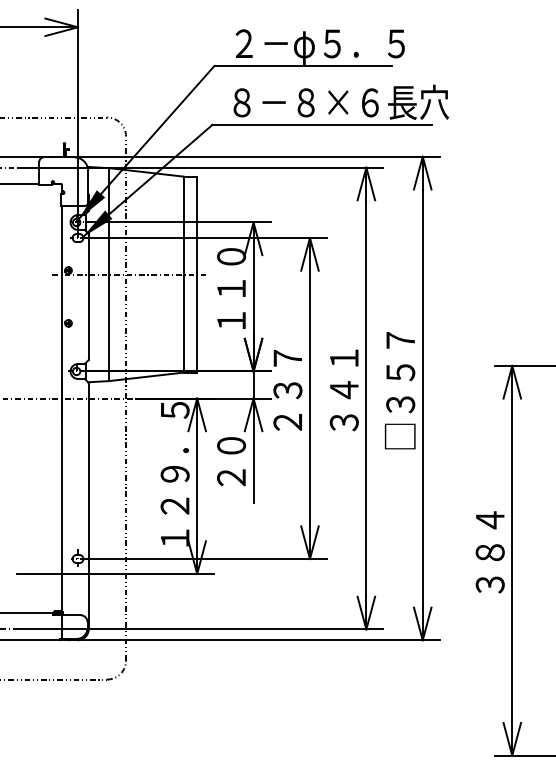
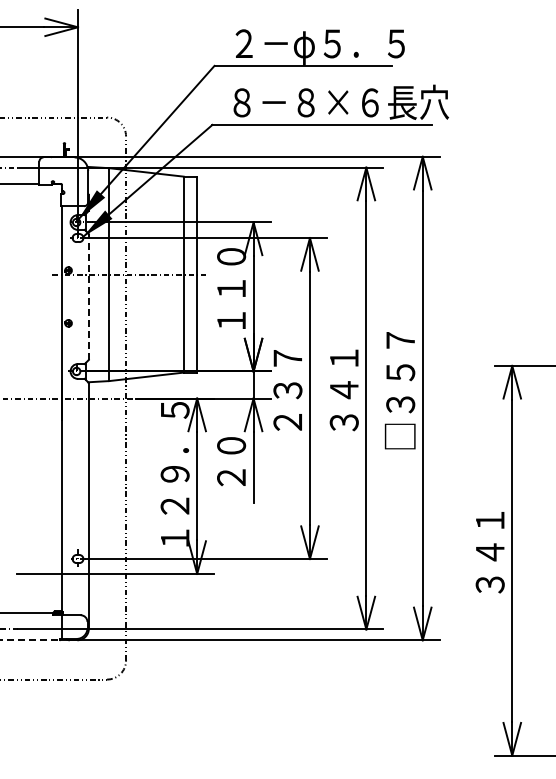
line at (88, 296): solid -> dashed
text at (489, 536): ３８４ -> ３４１
line at (30, 640): solid -> dashed
